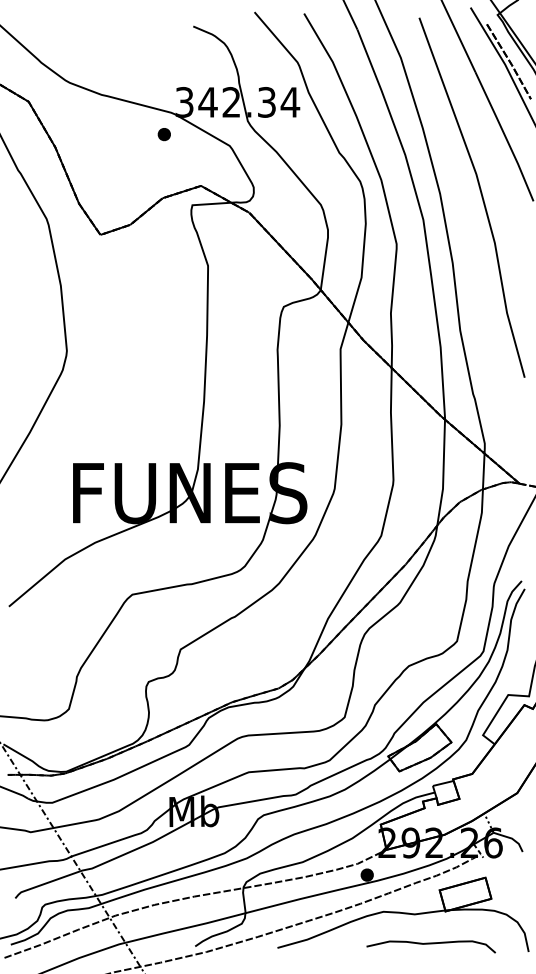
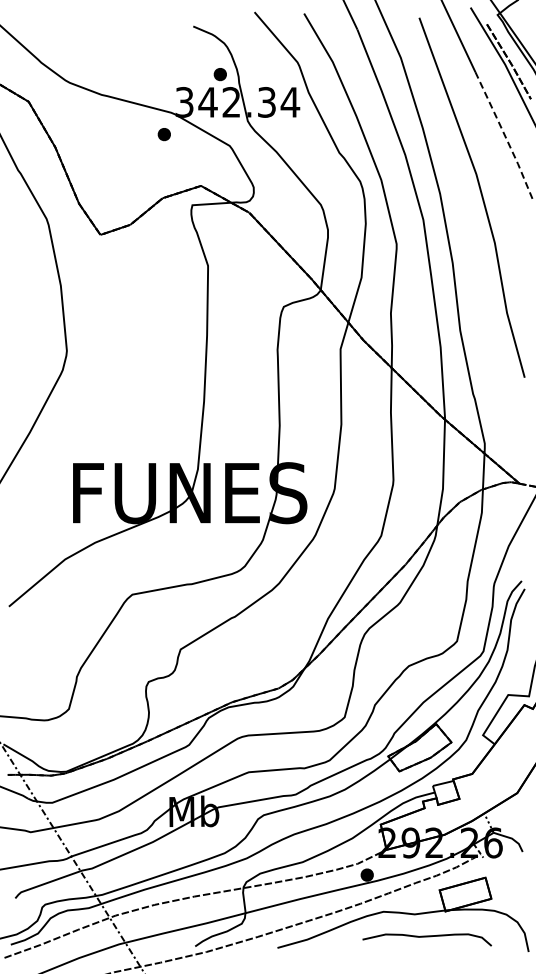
part at (219, 74): none -> present
line at (505, 136): solid -> dashed
curve at (430, 944) position: (430, 944) -> (426, 937)
